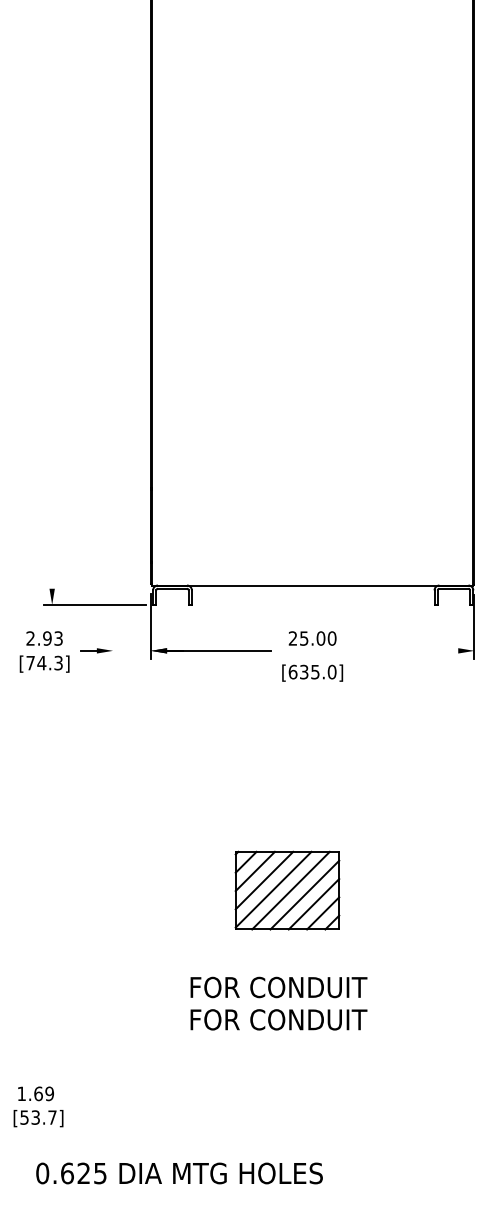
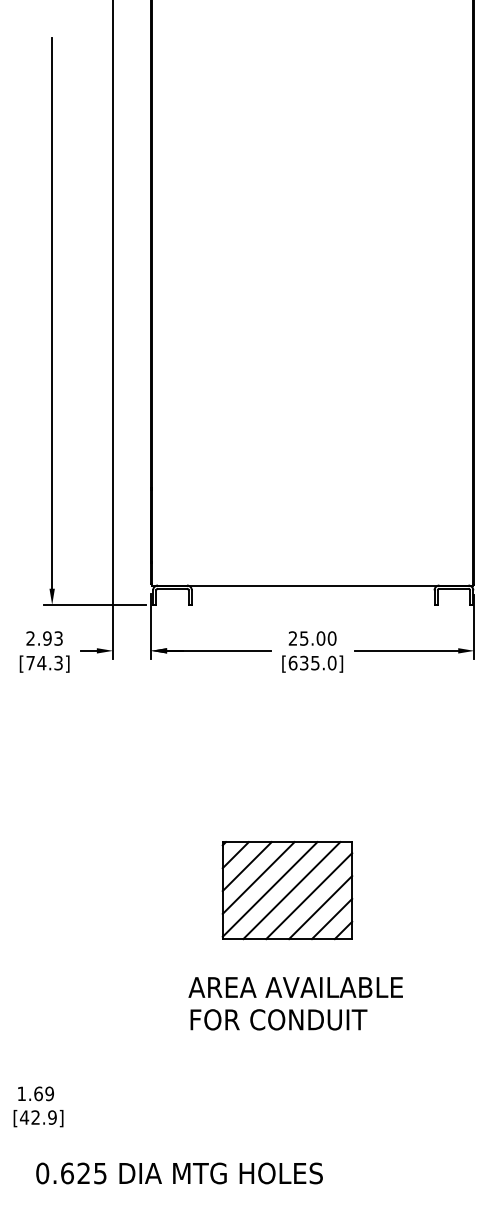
line at (52, 312): none -> present
line at (113, 330): none -> present
line at (406, 650): none -> present
text at (312, 672) position: (312, 672) -> (312, 663)
part at (287, 890) size: 107x81 px -> 133x100 px
text at (295, 987): FOR CONDUIT -> AREA AVAILABLE
text at (37, 1117): [53.7] -> [42.9]
